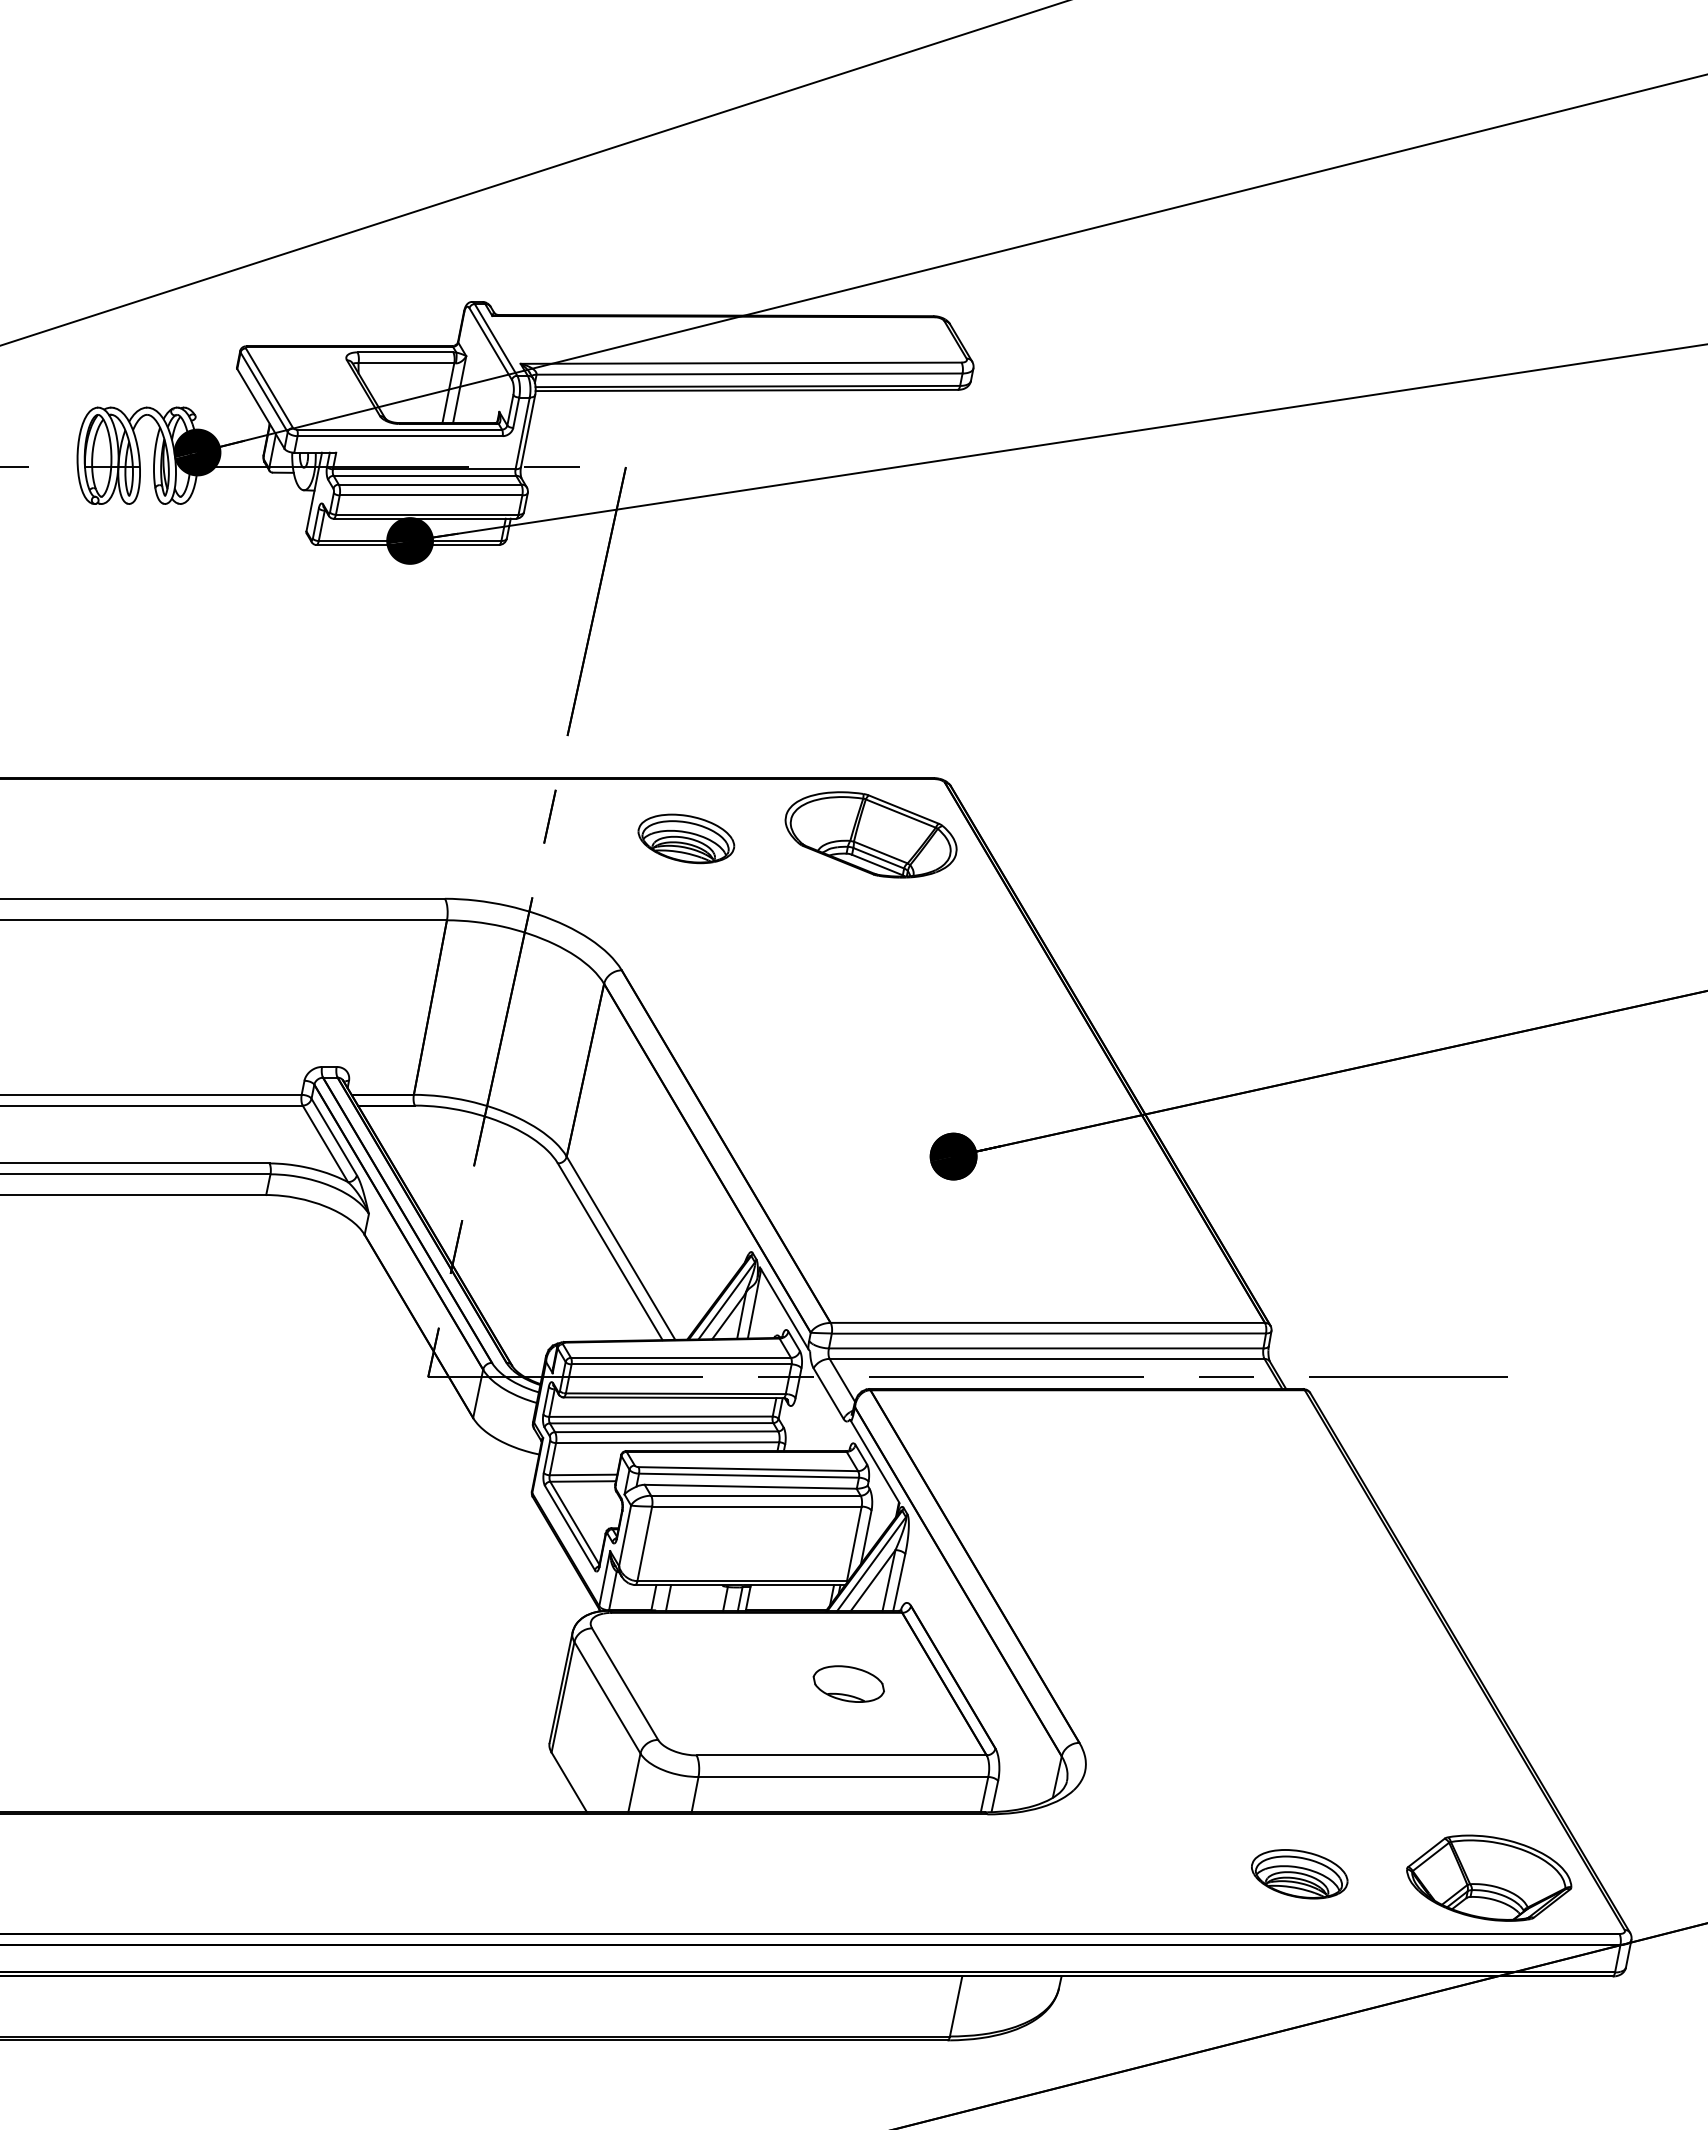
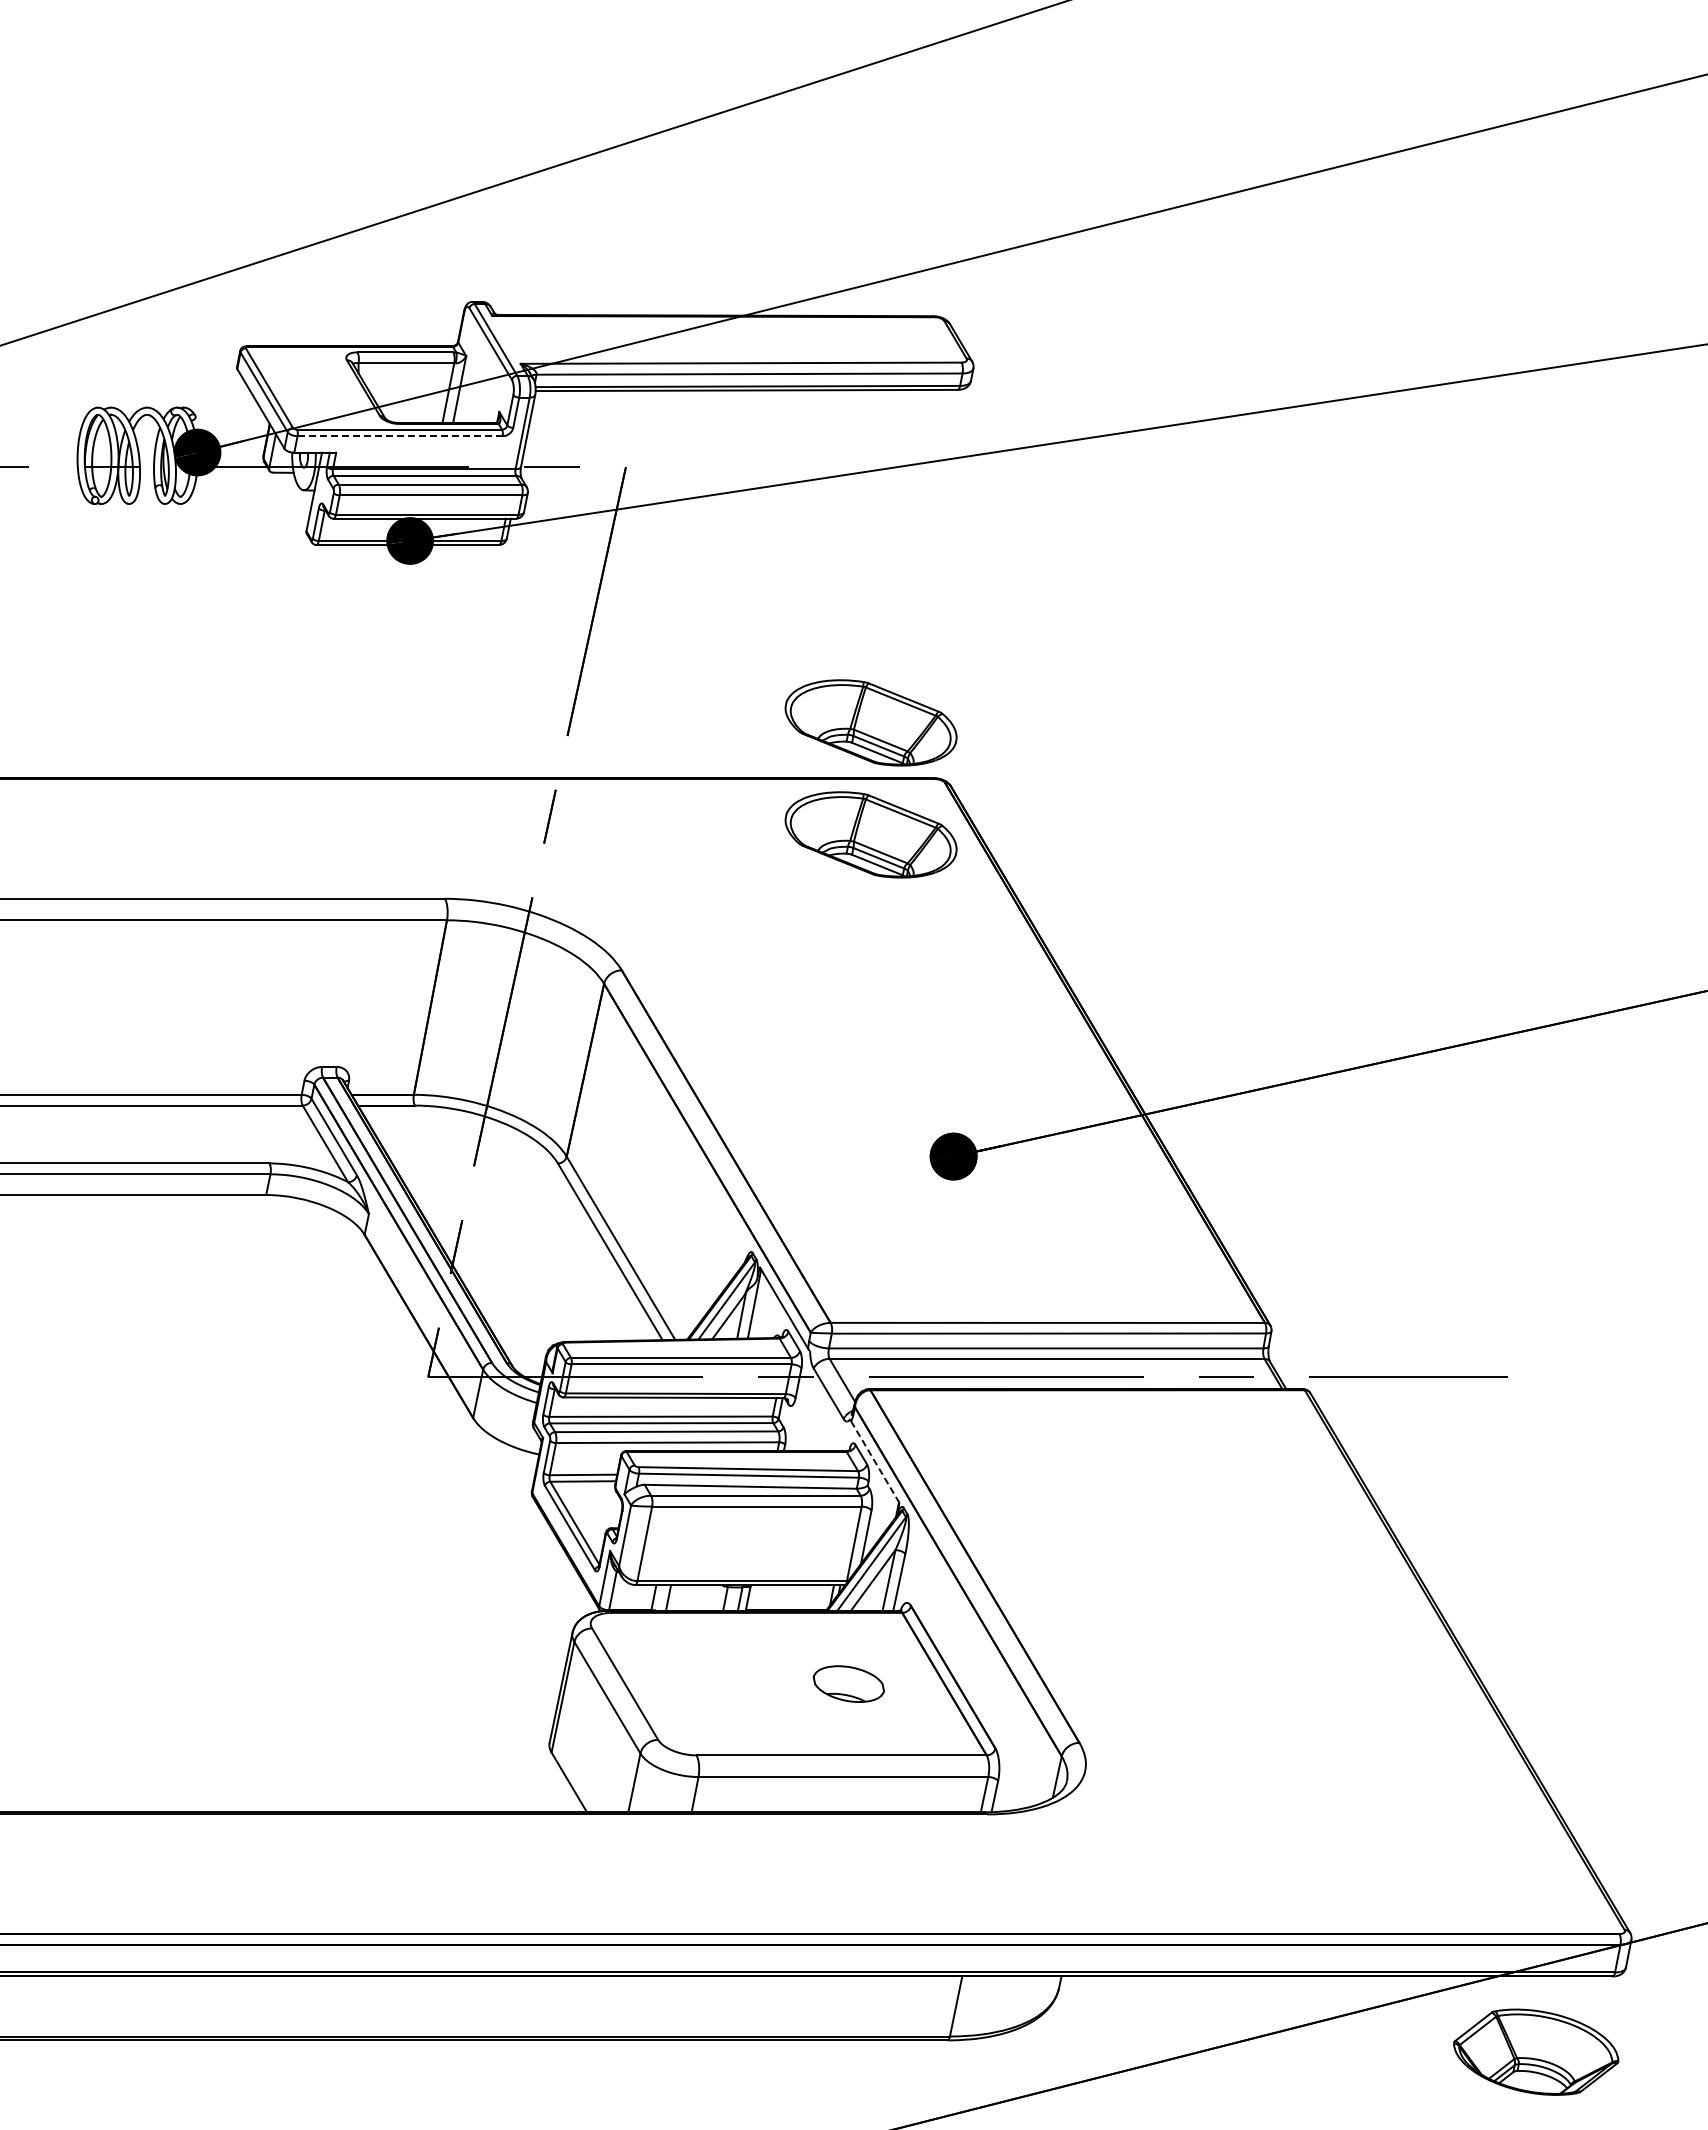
line at (400, 436): solid -> dashed
part at (870, 722): none -> present
part at (686, 838): present -> none
line at (875, 1461): solid -> dashed
part at (1299, 1874): present -> none
part at (1489, 1877) position: (1489, 1877) -> (1536, 2051)
